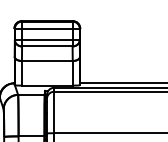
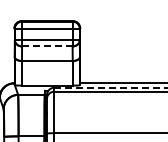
line at (47, 46): solid -> dashed
line at (111, 87): solid -> dashed
